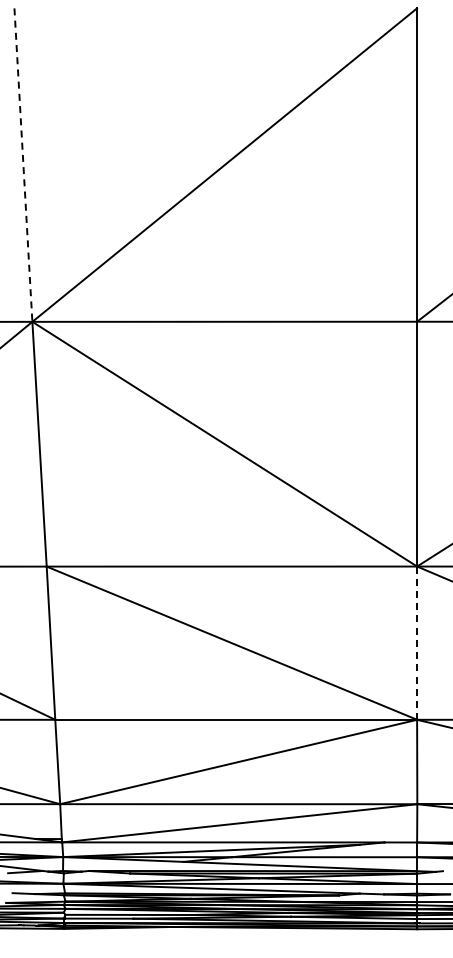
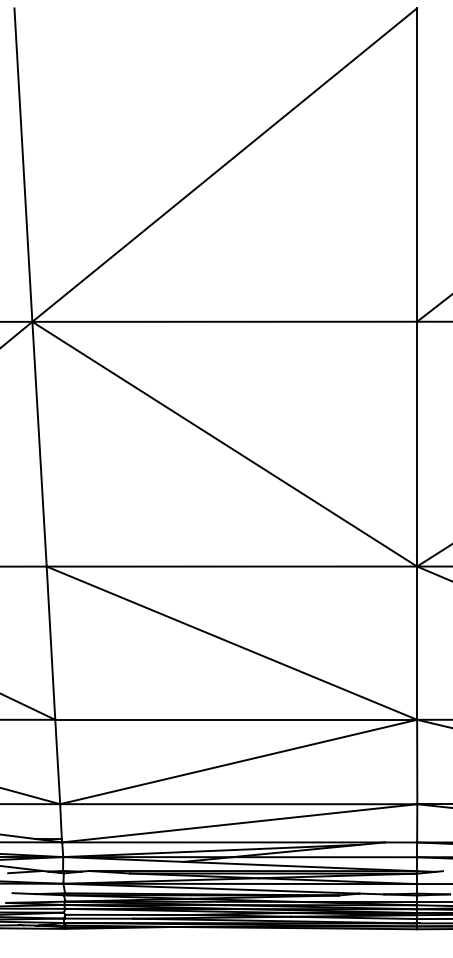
line at (23, 165): dashed -> solid
line at (417, 643): dashed -> solid
